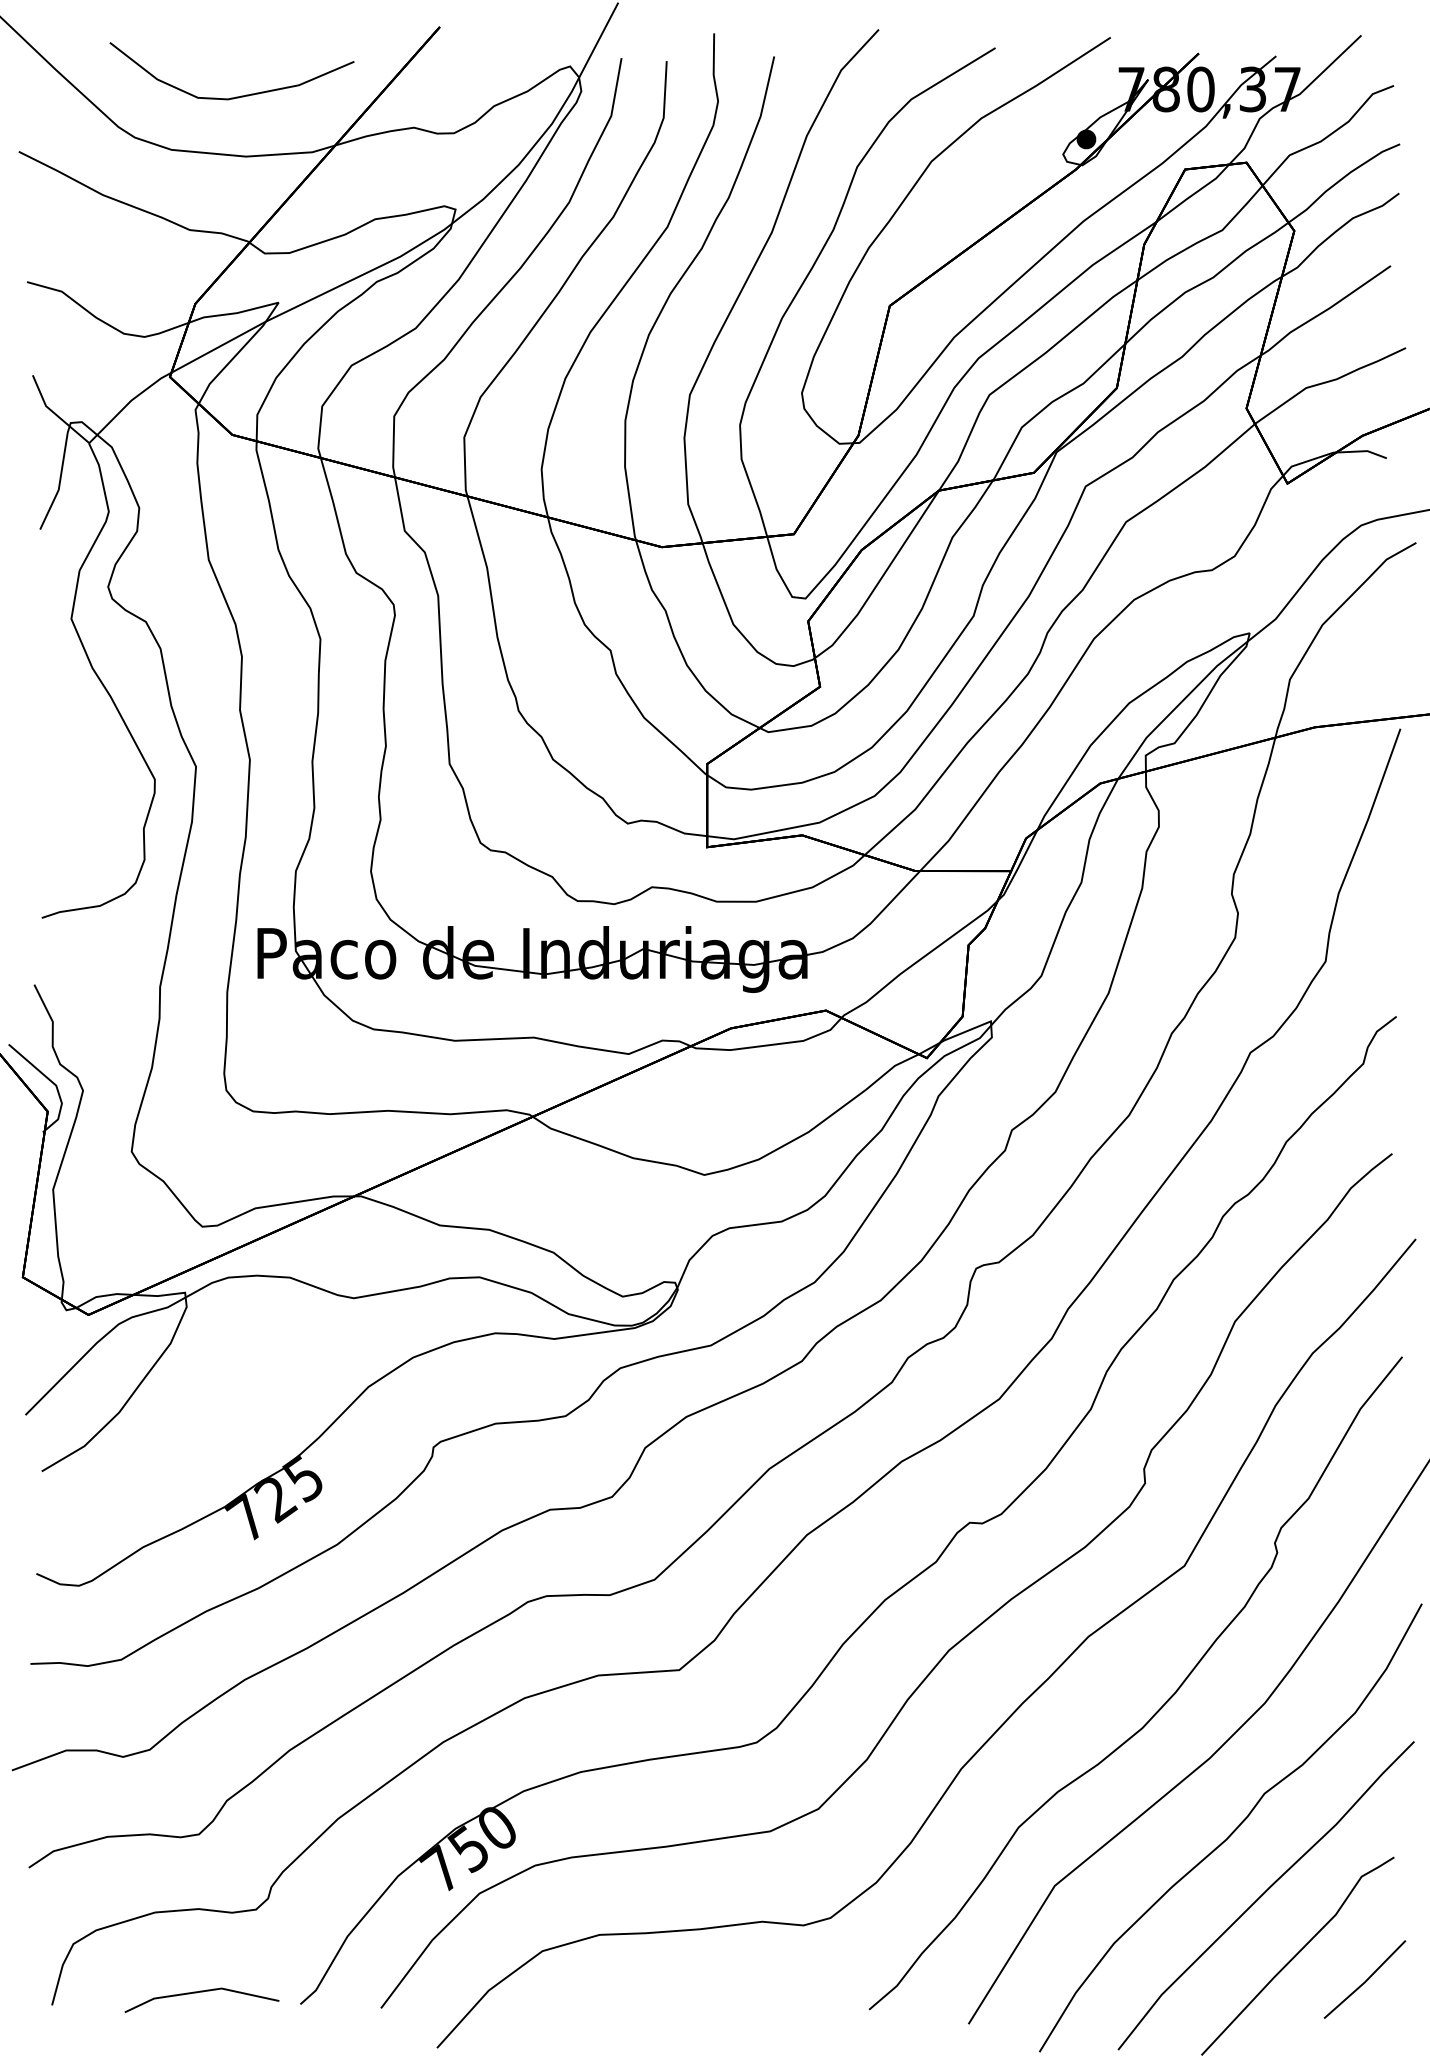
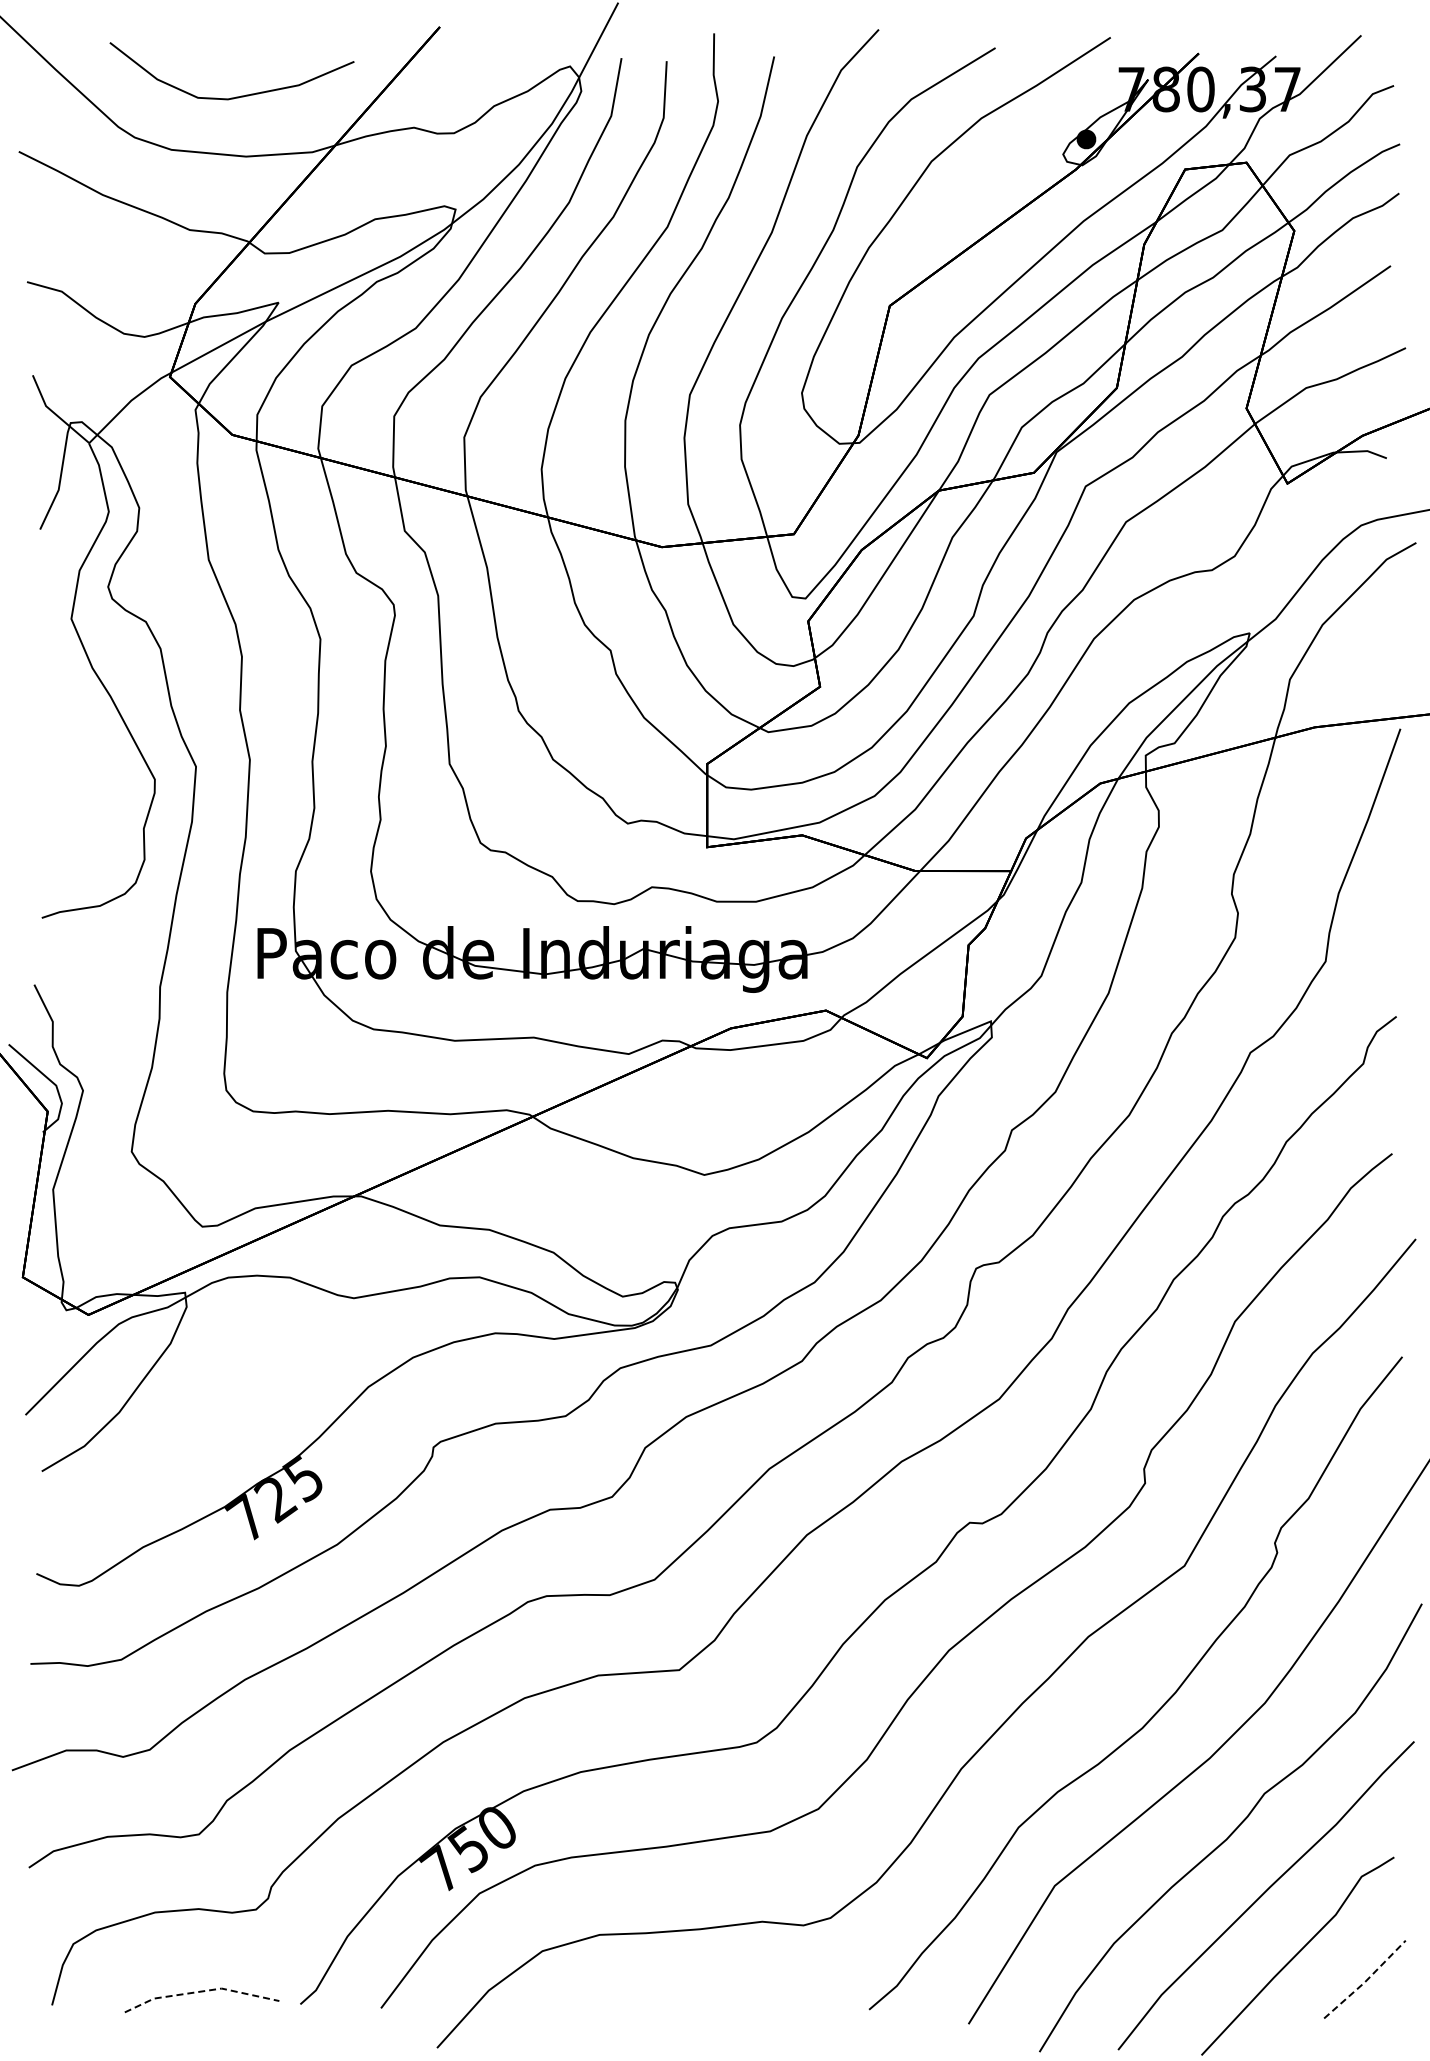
line at (1365, 1981): solid -> dashed
line at (201, 1991): solid -> dashed
